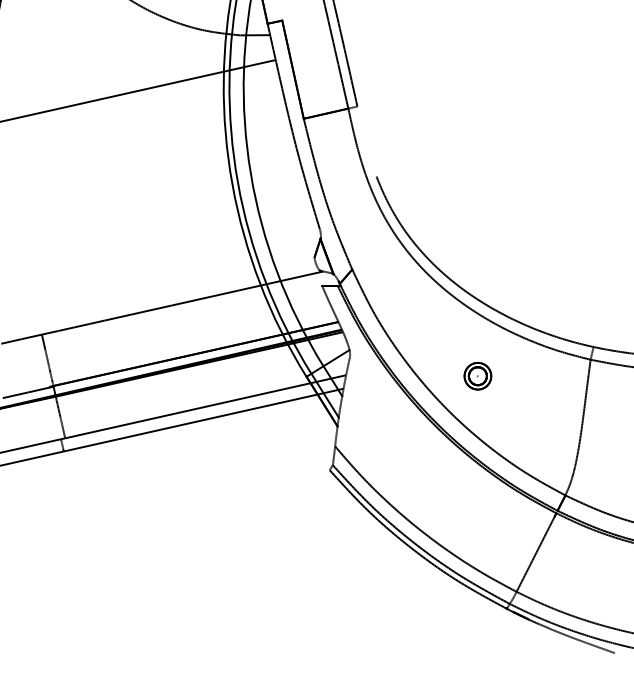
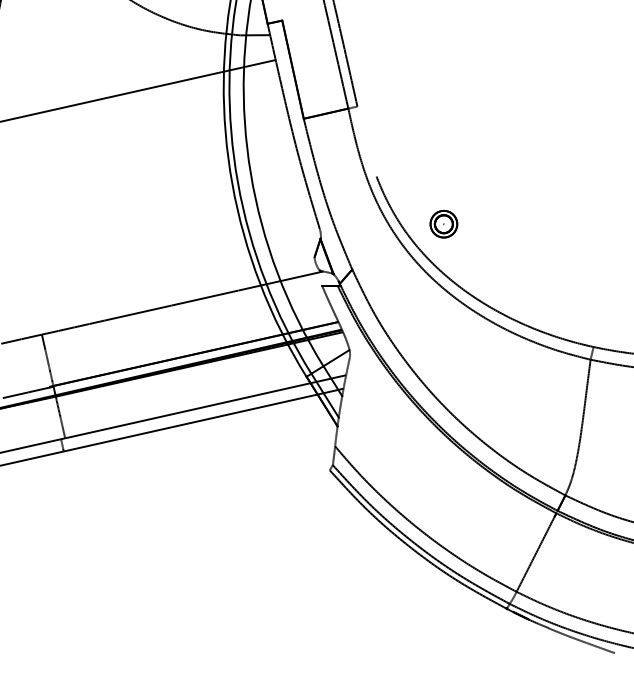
part at (477, 375) position: (477, 375) -> (443, 223)
